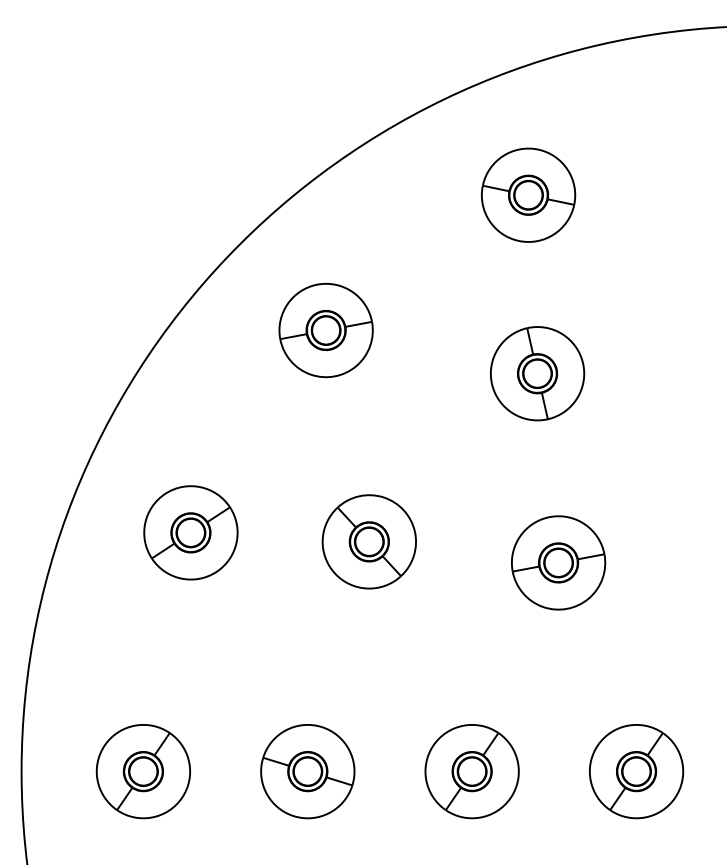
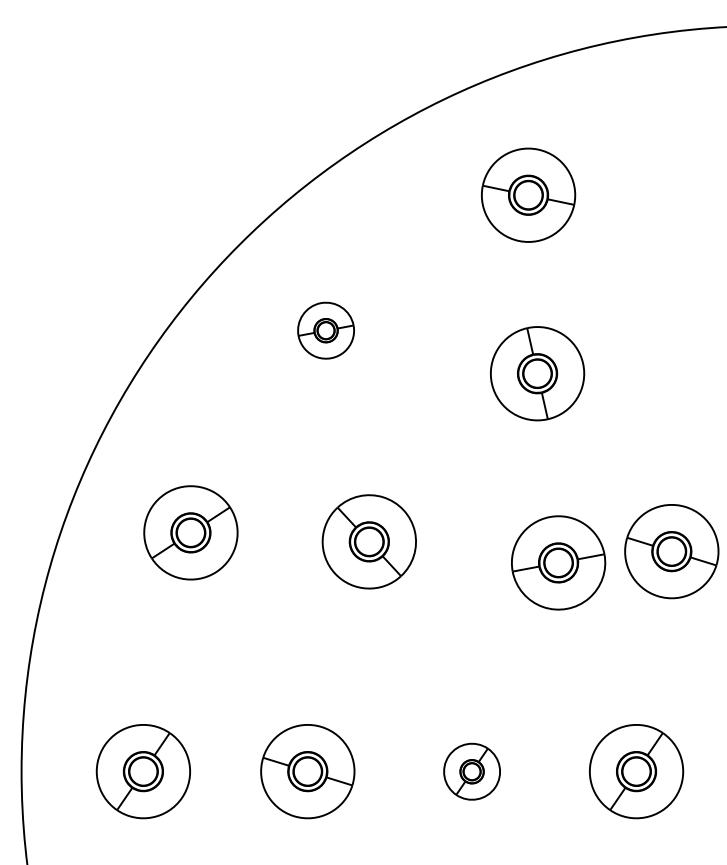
part at (325, 330) size: 96x96 px -> 58x59 px
part at (671, 551): none -> present
part at (471, 771) size: 96x96 px -> 58x59 px
